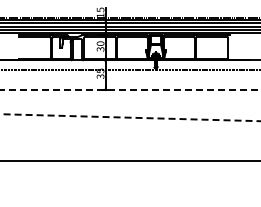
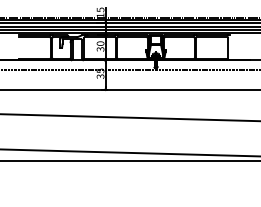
line at (130, 89): dashed -> solid
line at (130, 117): dashed -> solid
line at (129, 152): none -> present
